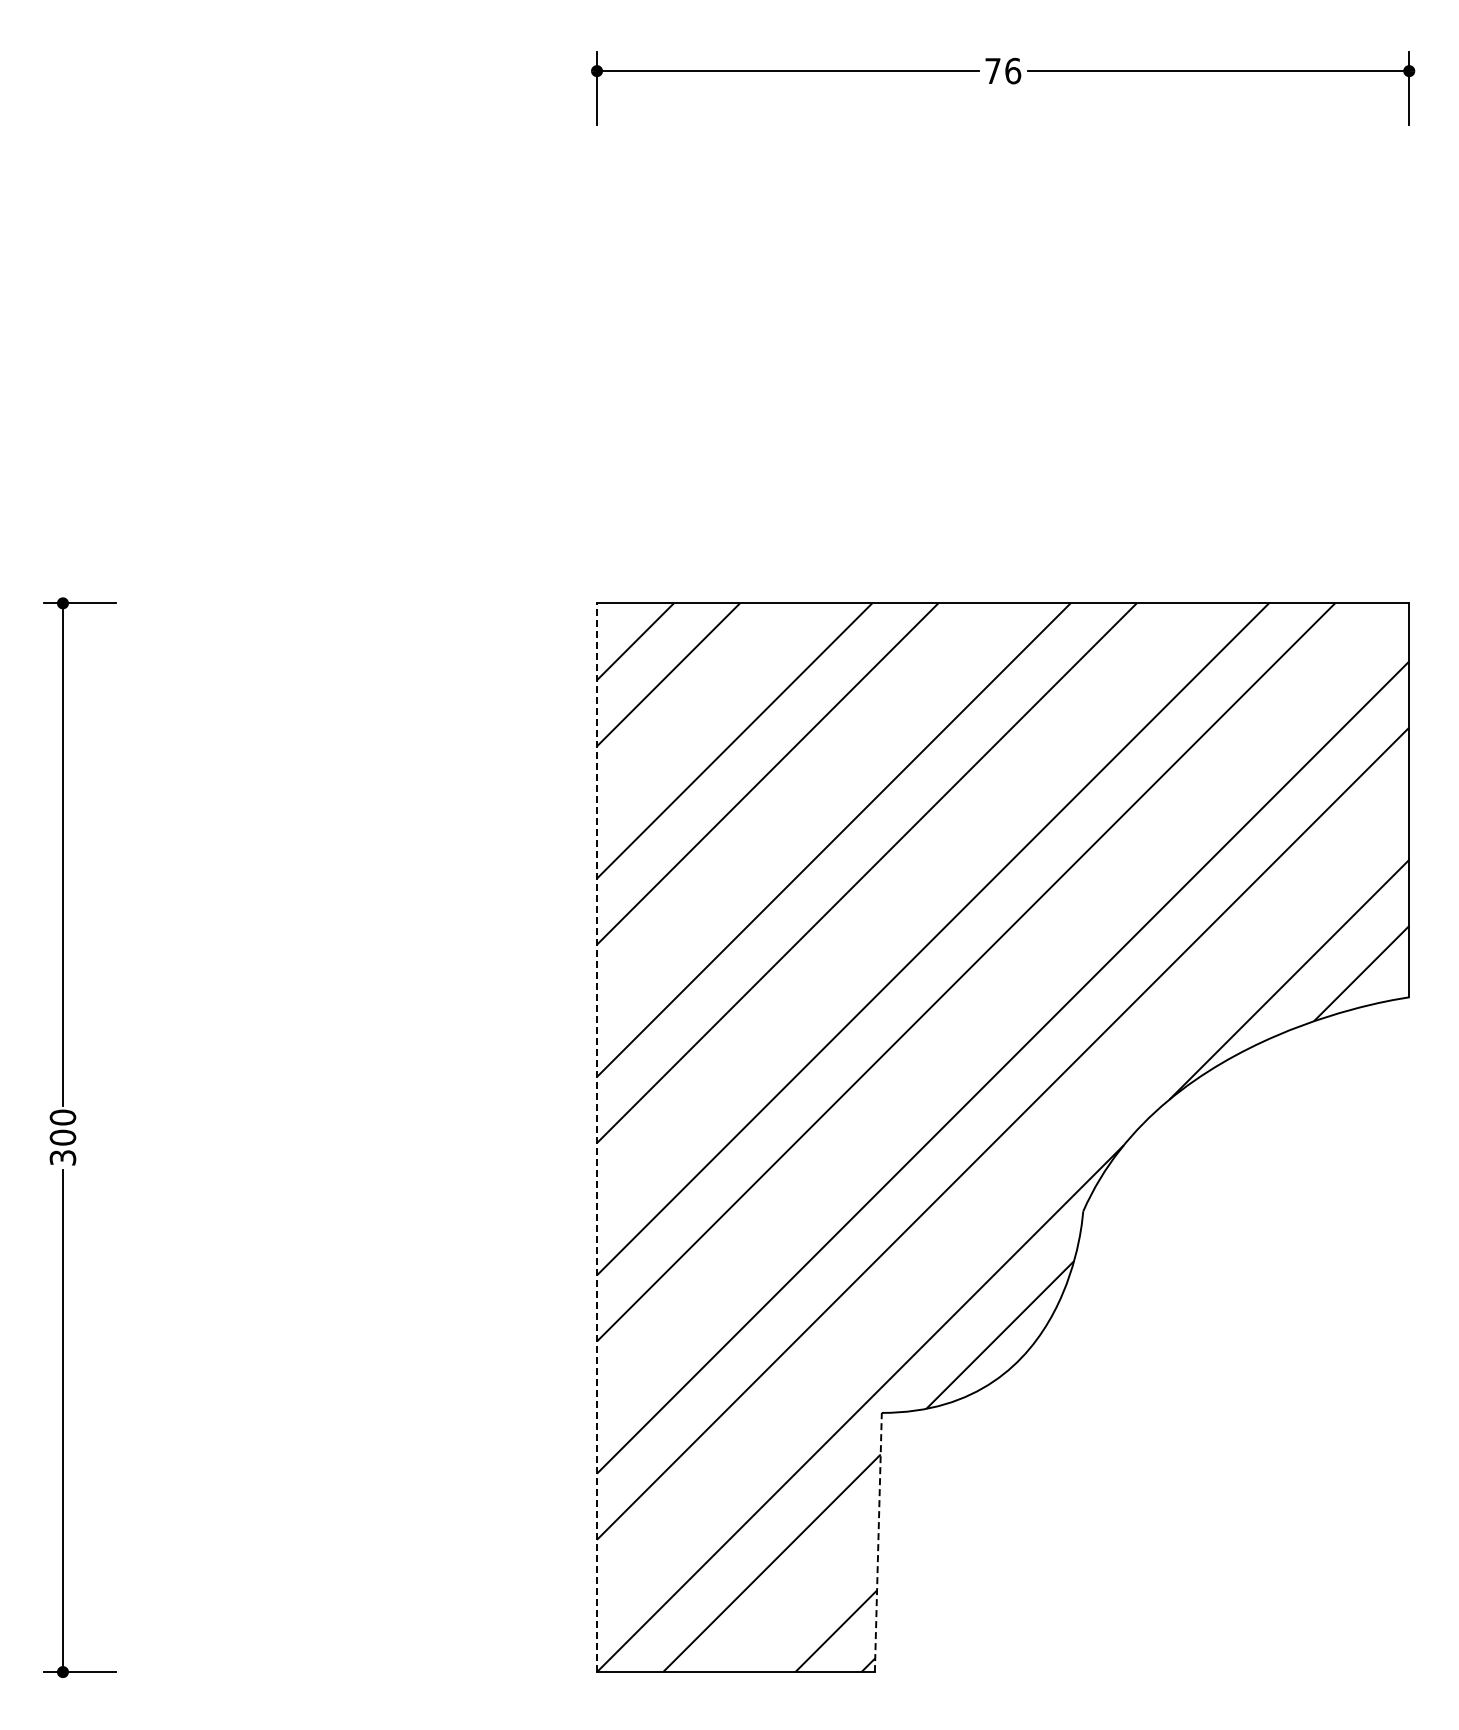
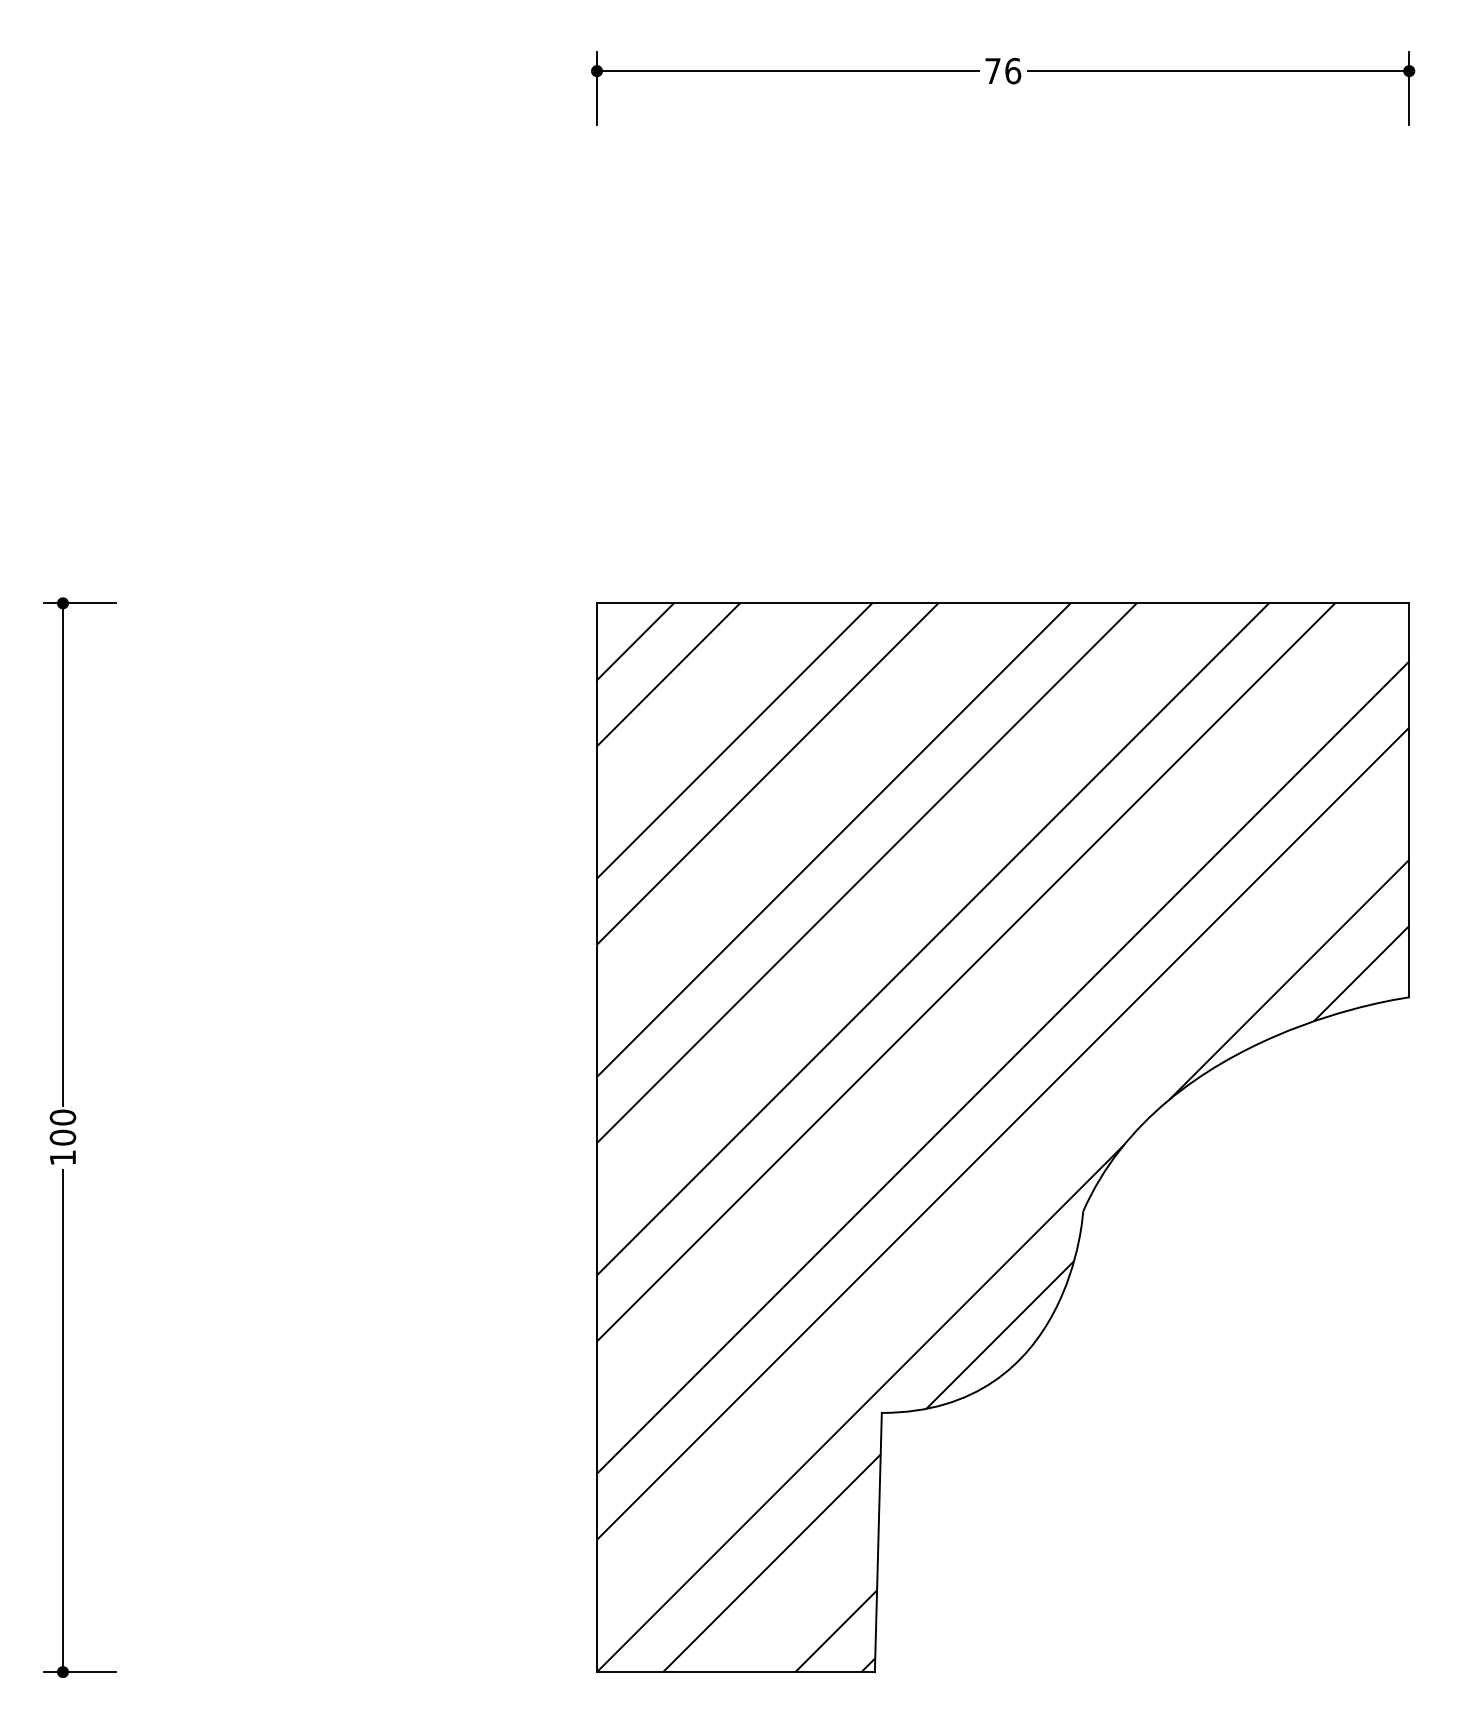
line at (597, 1137): dashed -> solid
text at (62, 1157): 300 -> 100
line at (878, 1542): dashed -> solid
